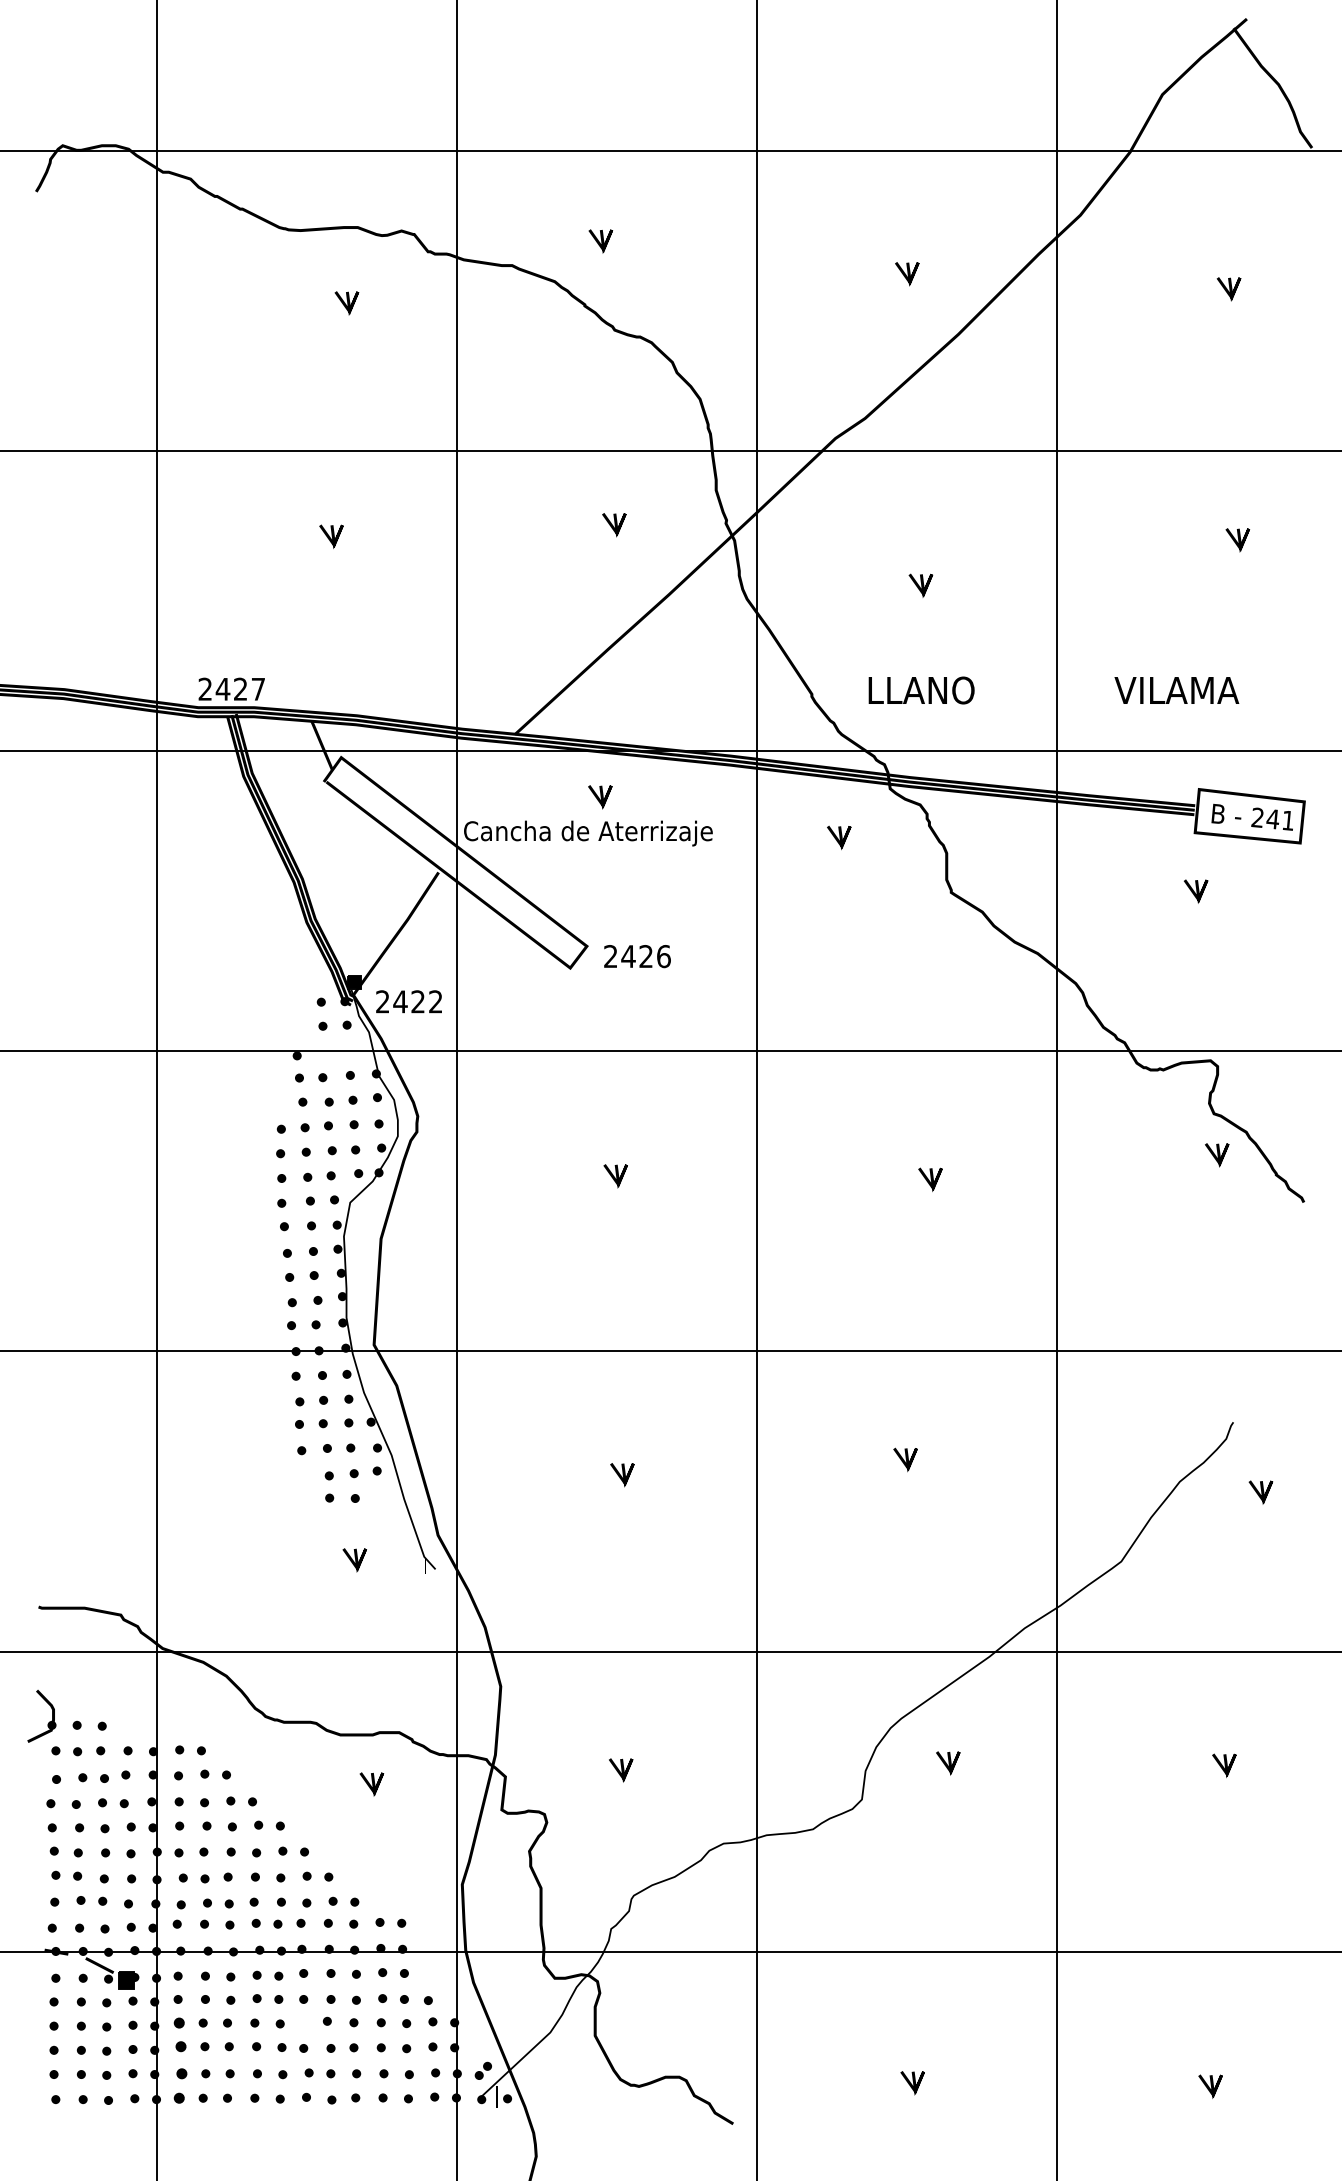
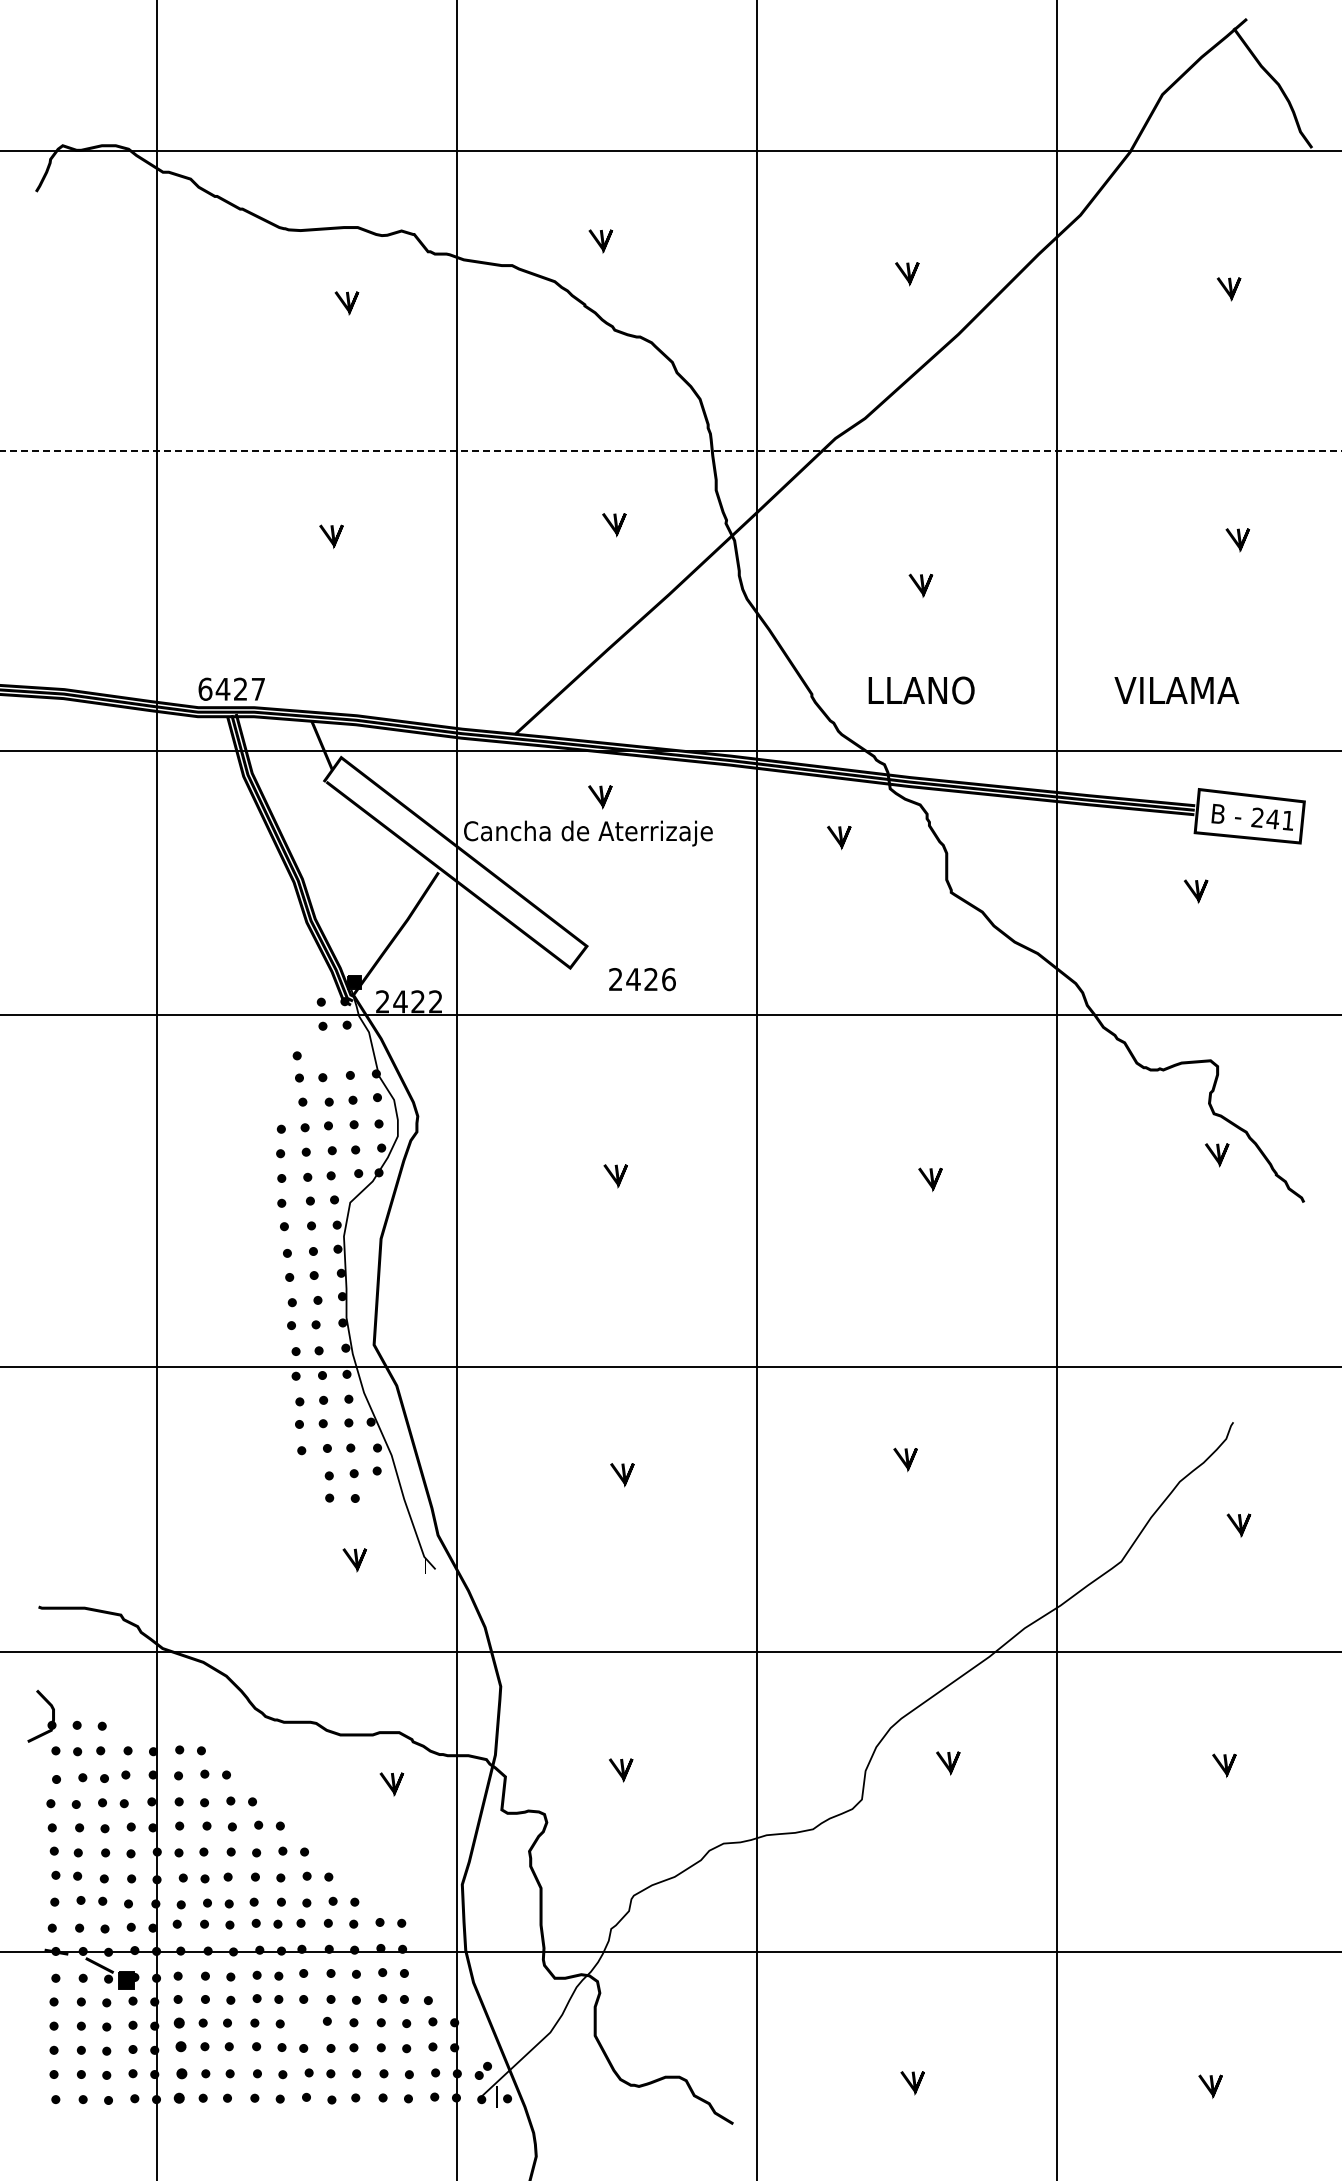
line at (671, 451): solid -> dashed
text at (205, 688): 2427 -> 6427
text at (637, 956) position: (637, 956) -> (642, 979)
line at (670, 1051) position: (670, 1051) -> (670, 1015)
line at (670, 1351) position: (670, 1351) -> (670, 1367)
line at (1259, 1492) position: (1259, 1492) -> (1237, 1525)
line at (370, 1784) position: (370, 1784) -> (390, 1784)
